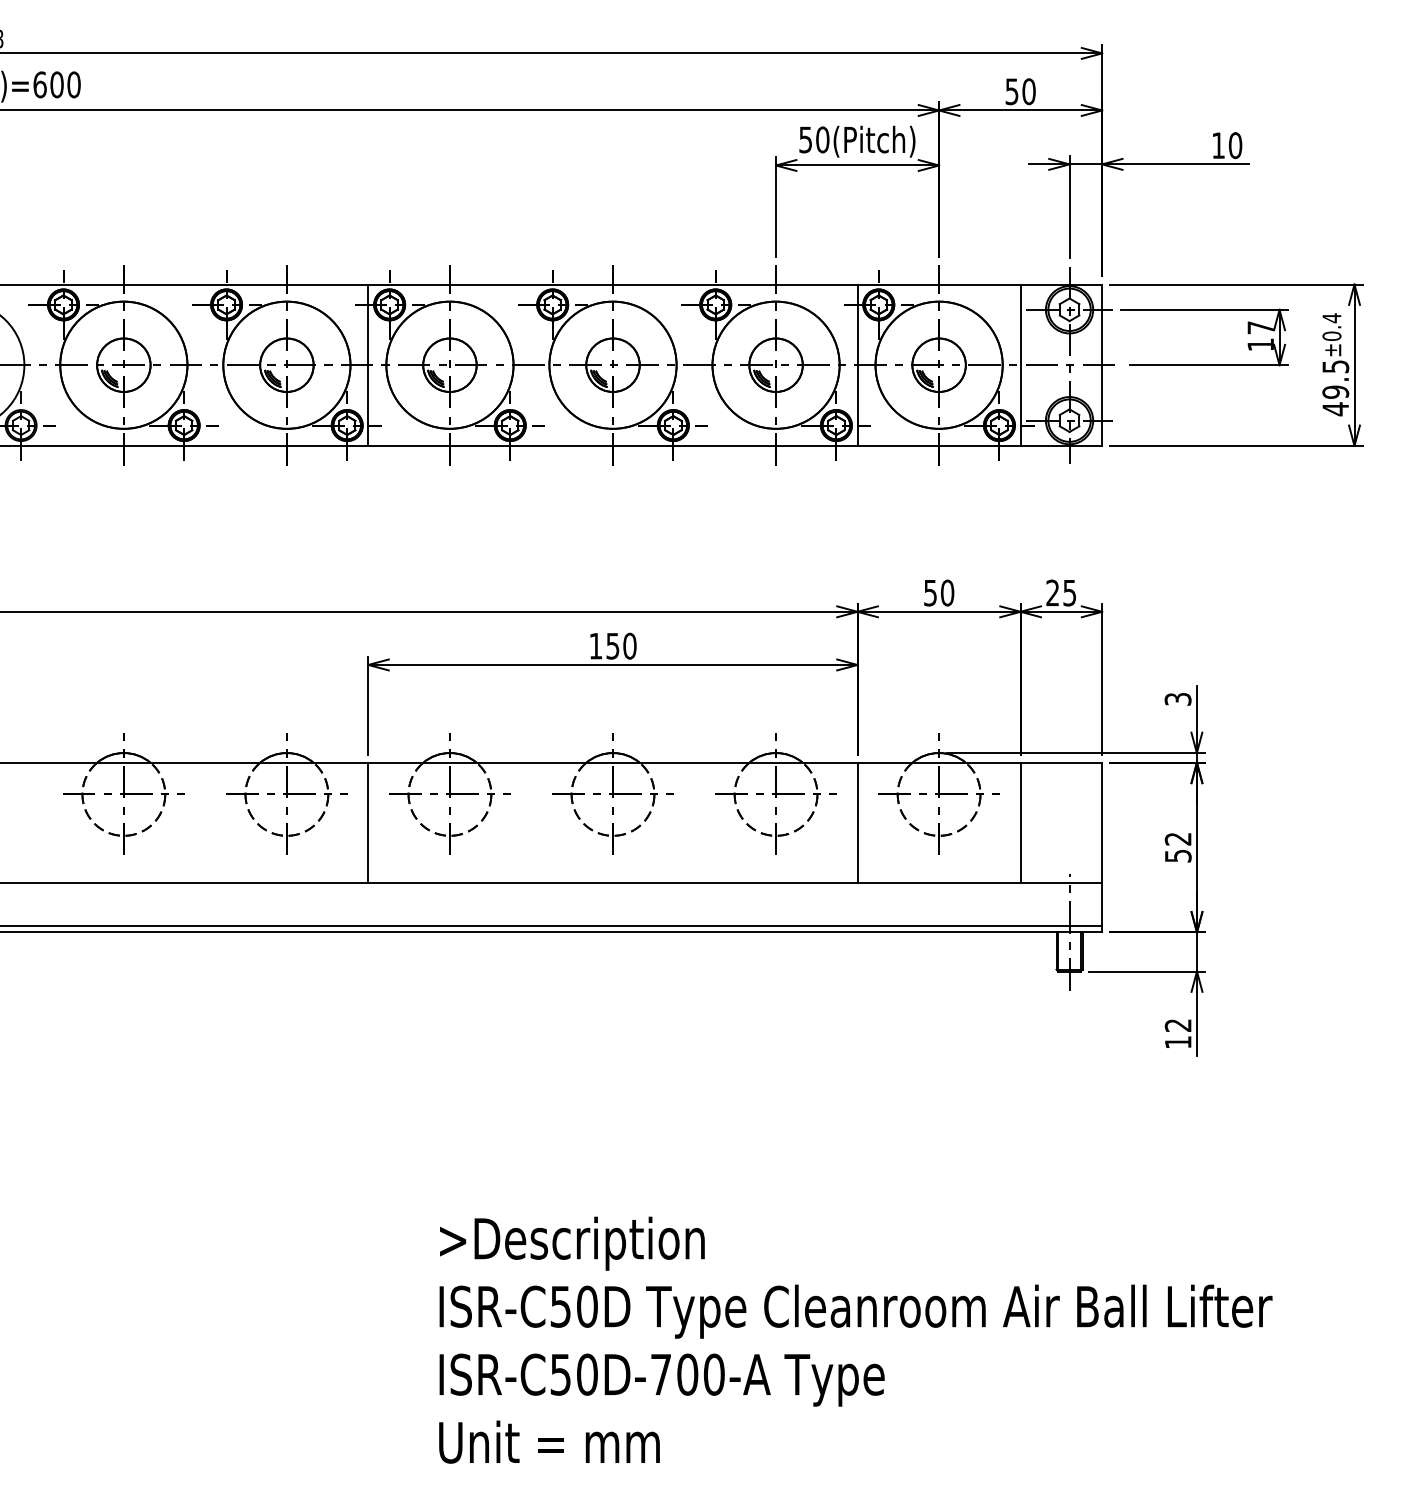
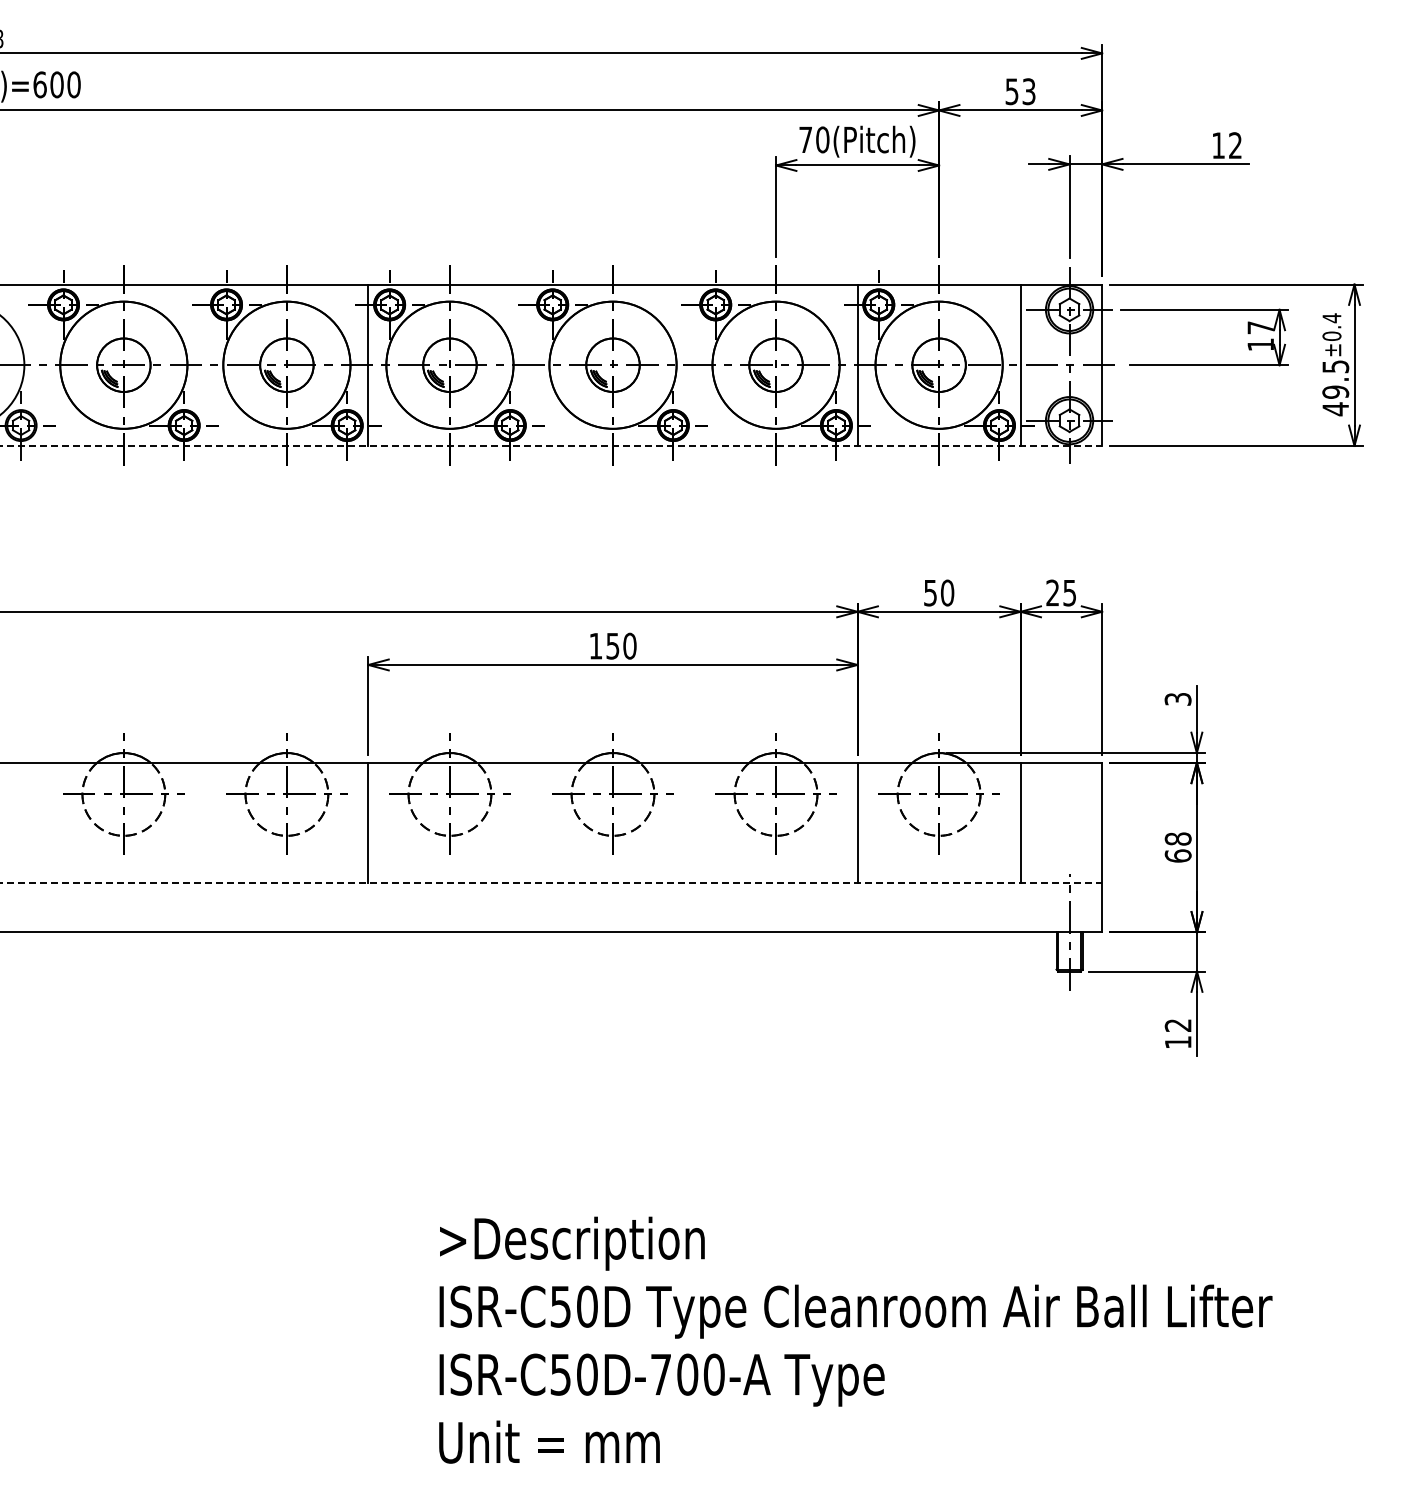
text at (1028, 91): 50 -> 53
text at (805, 139): 50(Pitch) -> 70(Pitch)
text at (1235, 145): 10 -> 12
line at (551, 445): solid -> dashed
text at (1177, 847): 52 -> 68
line at (551, 883): solid -> dashed
line at (552, 925): present -> none
